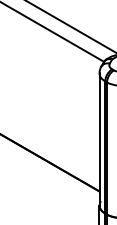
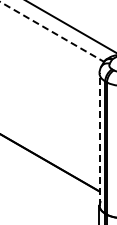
line at (52, 31): solid -> dashed
line at (99, 138): solid -> dashed
